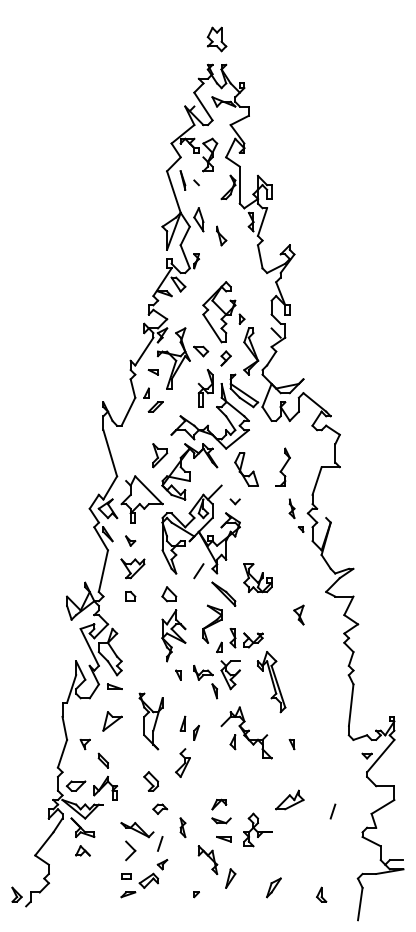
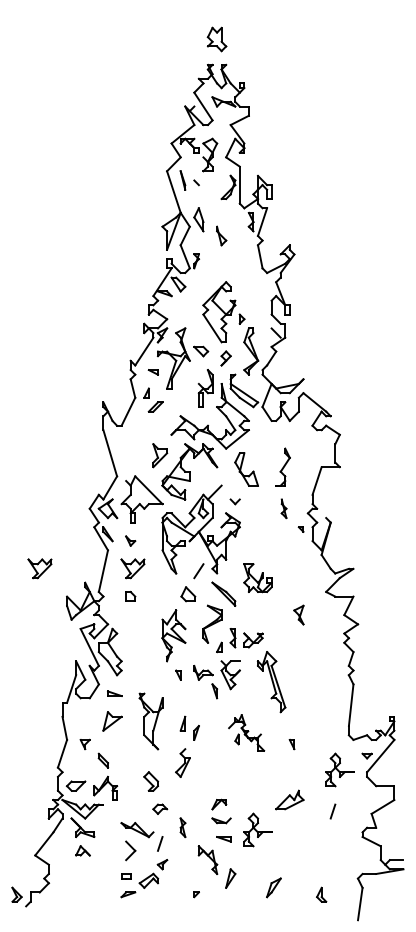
part at (291, 508) position: (291, 508) -> (283, 508)
part at (39, 568): none -> present
part at (169, 594) position: (169, 594) -> (188, 594)
part at (114, 686) position: (114, 686) -> (114, 693)
part at (246, 732) size: 53x54 px -> 38x38 px
part at (339, 769): none -> present
